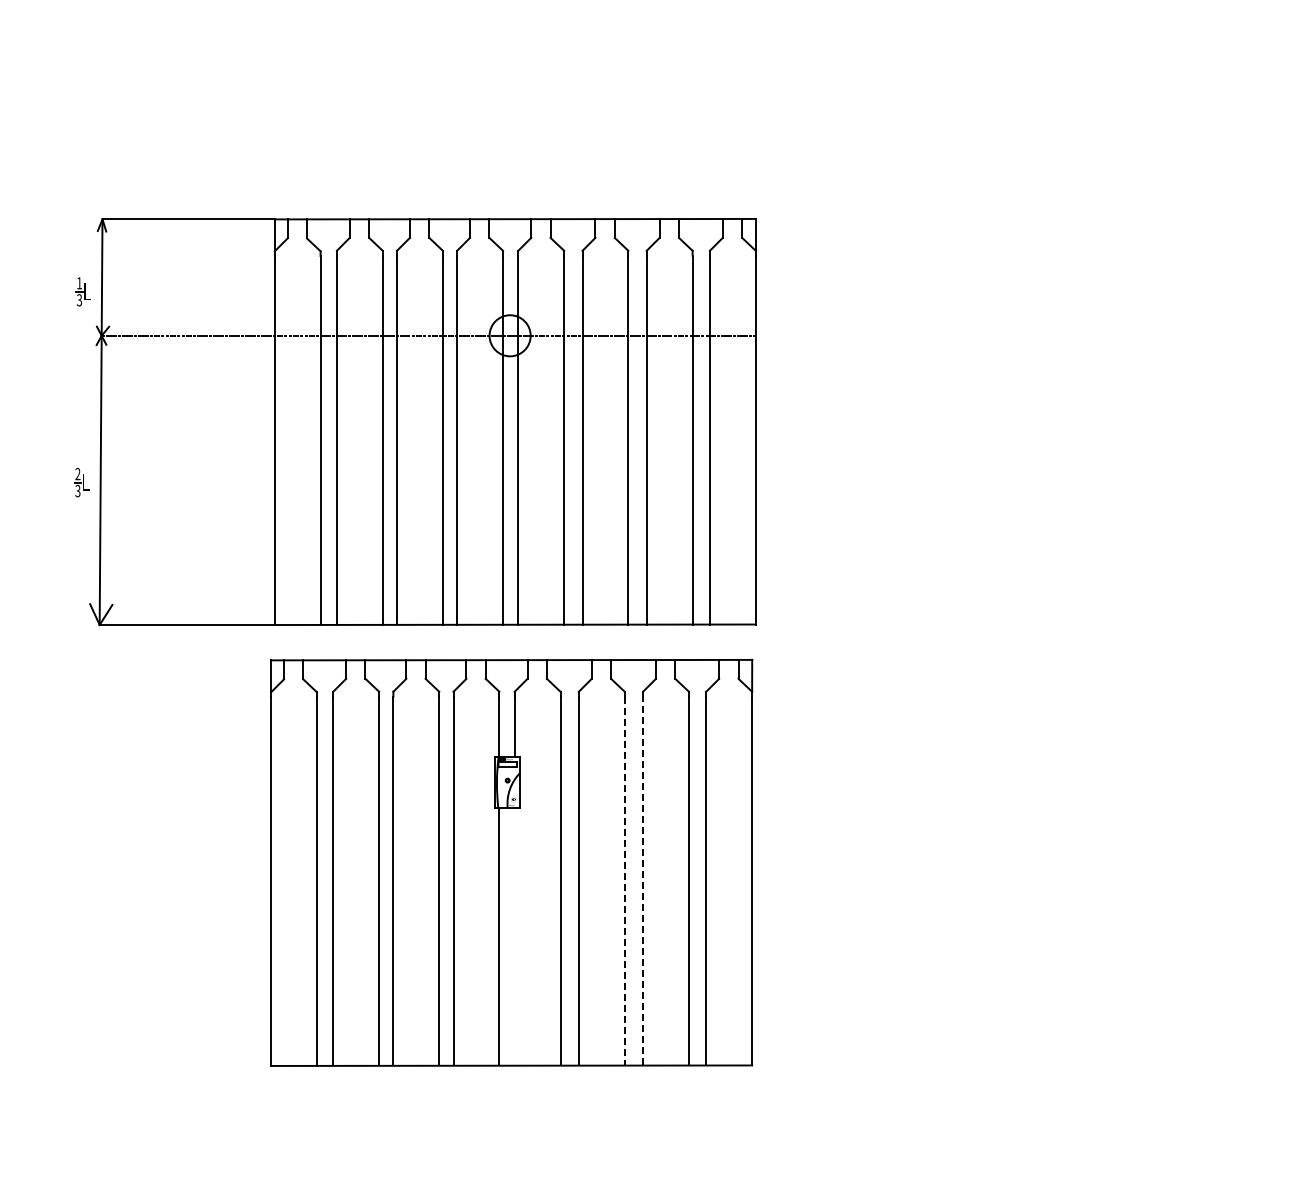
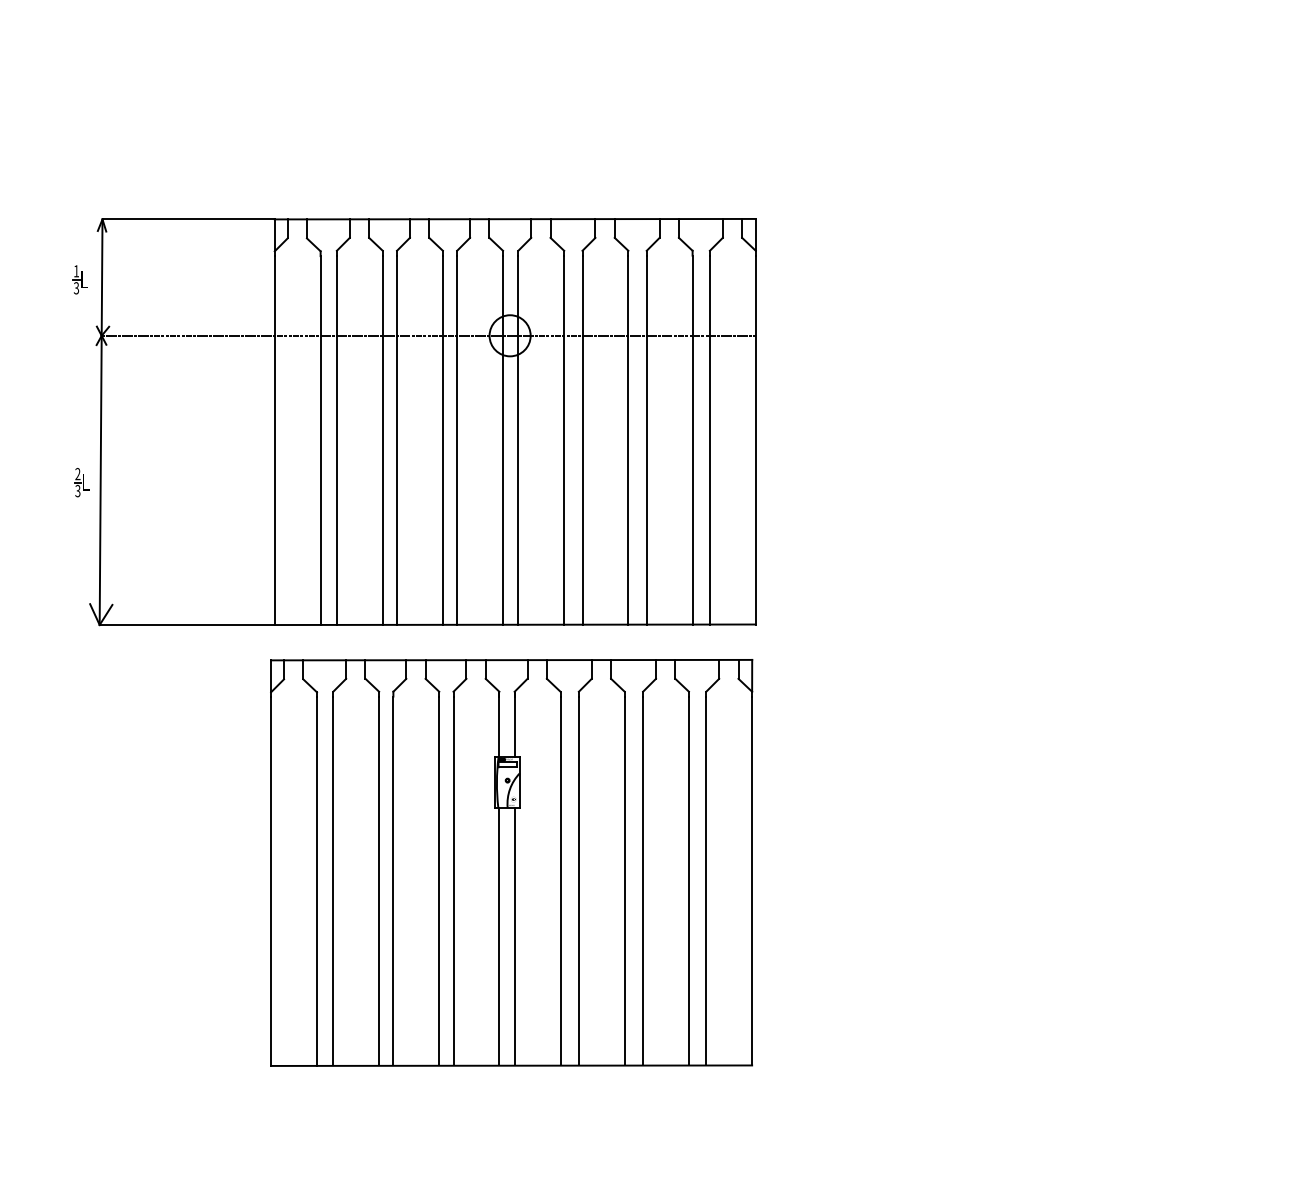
part at (82, 291) position: (82, 291) -> (79, 279)
line at (643, 880): dashed -> solid
line at (624, 881): dashed -> solid
line at (514, 936): none -> present
